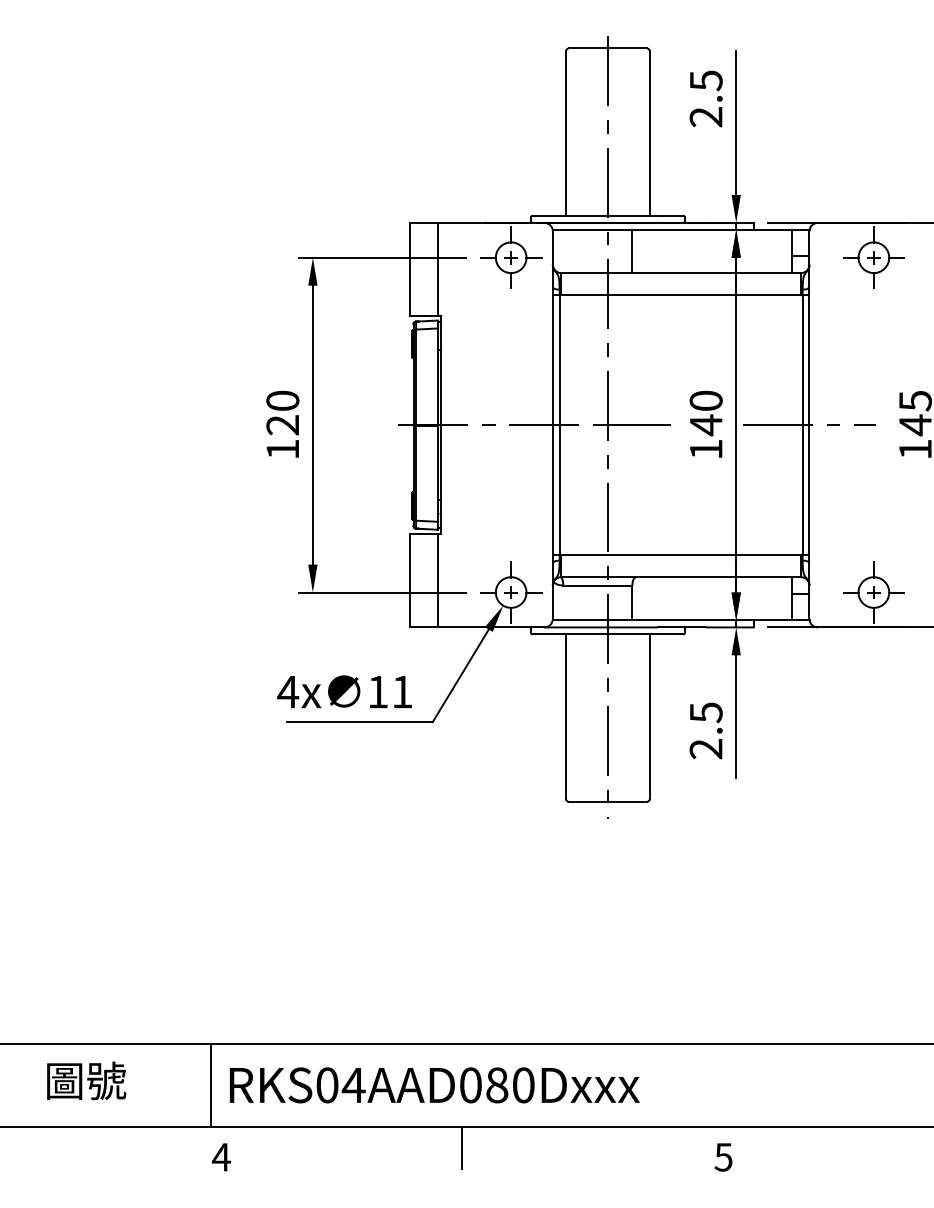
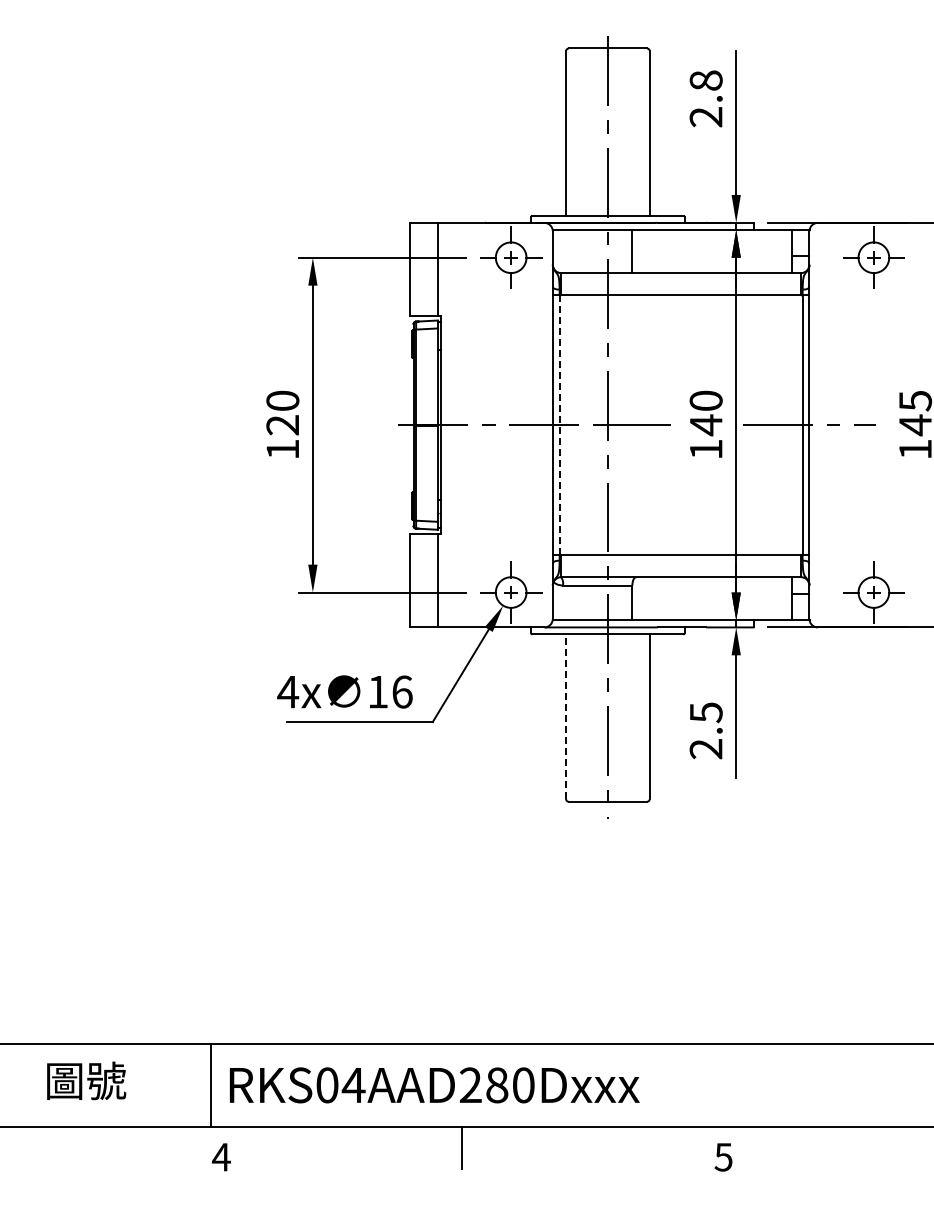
text at (705, 80): 2.5 -> 2.8
line at (559, 425): solid -> dashed
text at (402, 691): 11 -> 16
line at (566, 716): solid -> dashed
text at (470, 1085): RKS04AAD080Dxxx -> RKS04AAD280Dxxx
